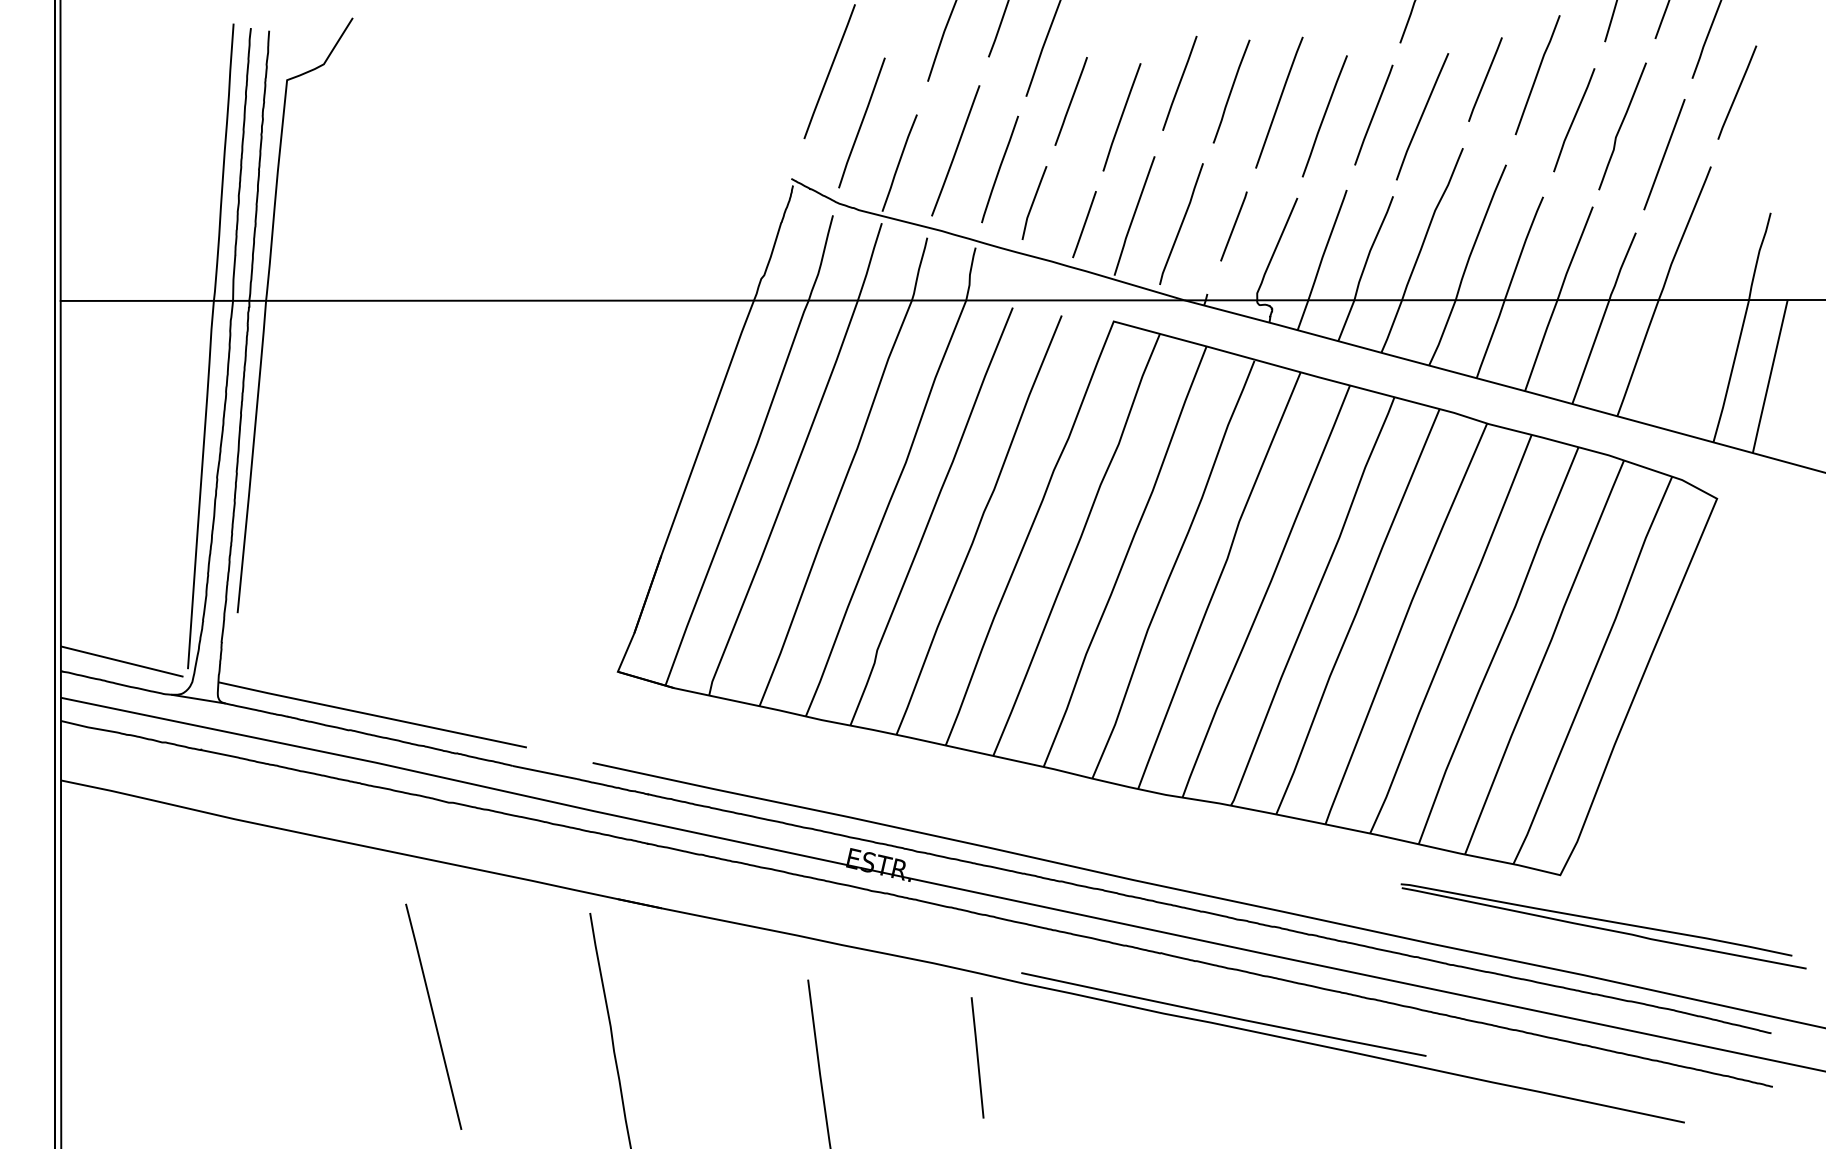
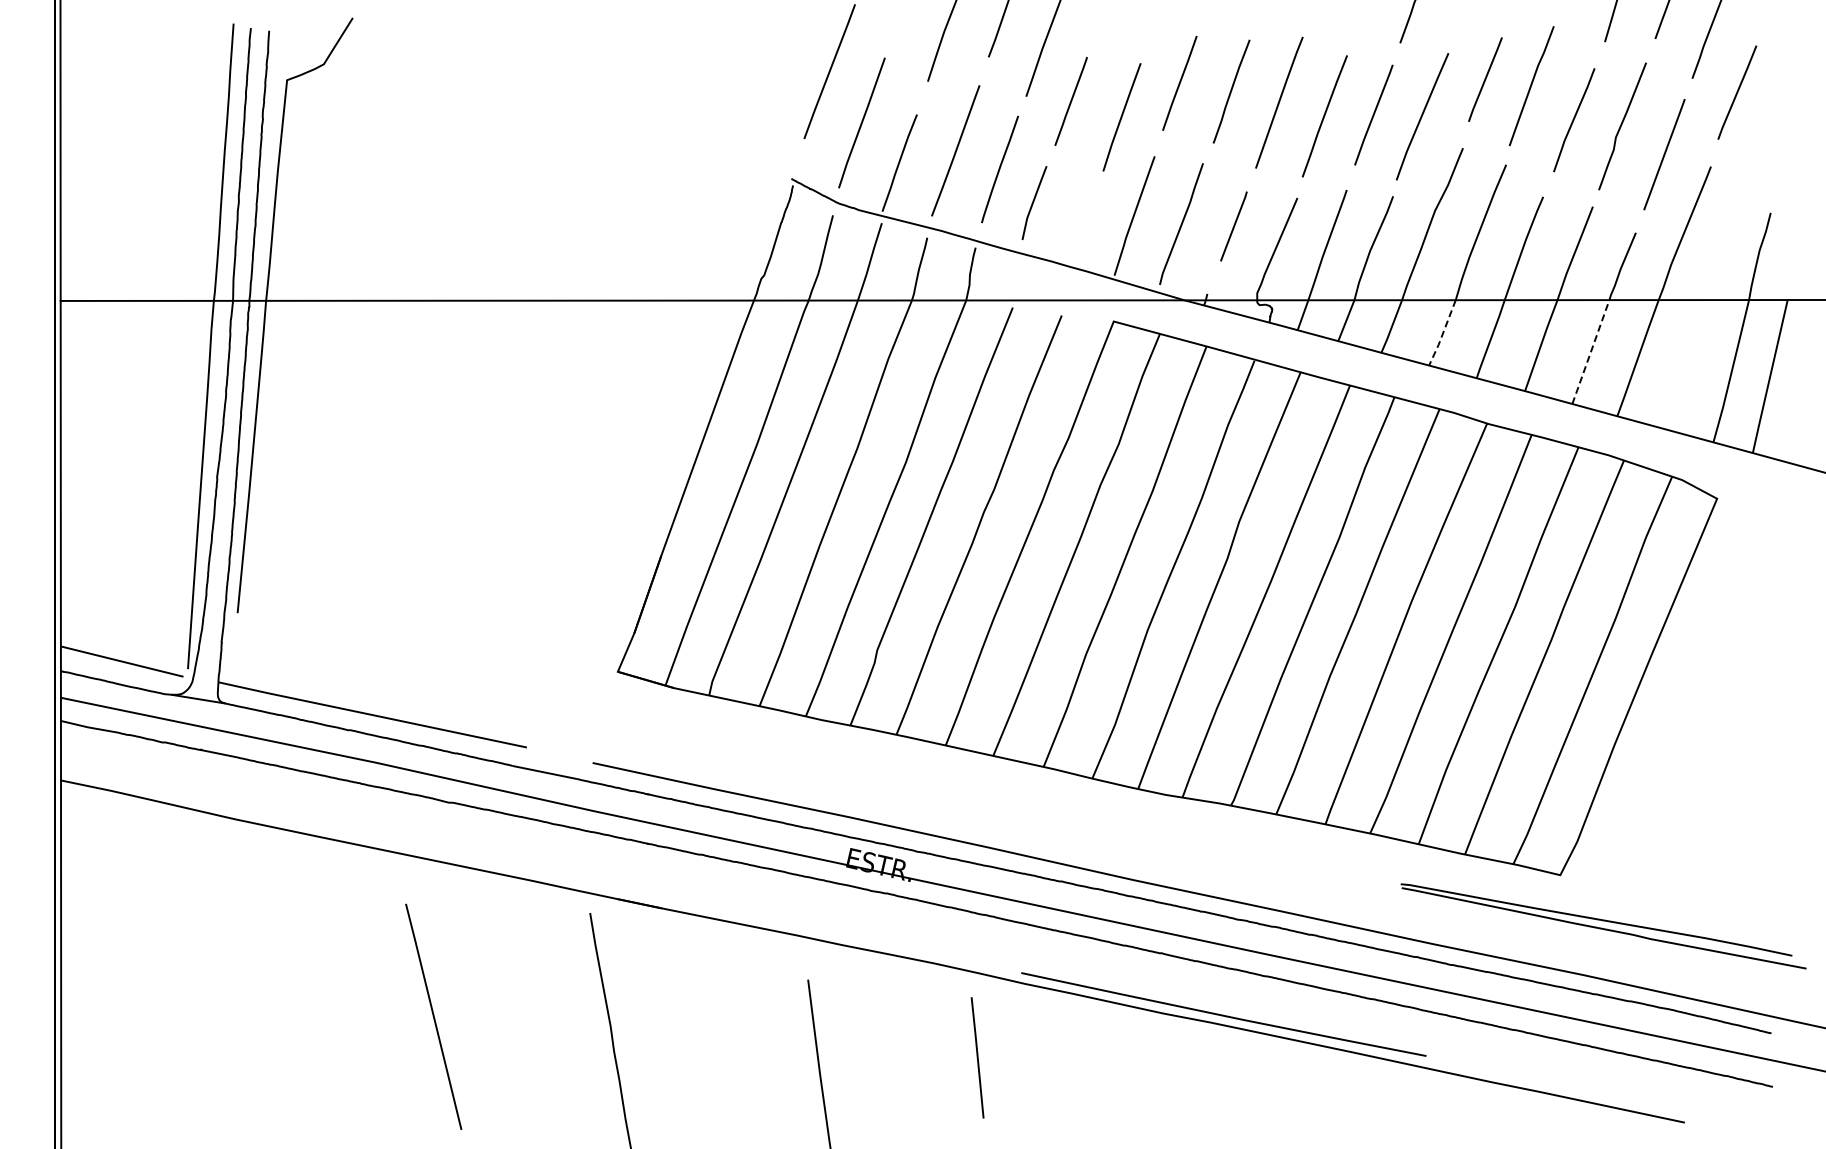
curve at (1537, 75) position: (1537, 75) -> (1531, 86)
line at (1084, 224): present -> none
line at (1442, 333): solid -> dashed
line at (1590, 352): solid -> dashed
